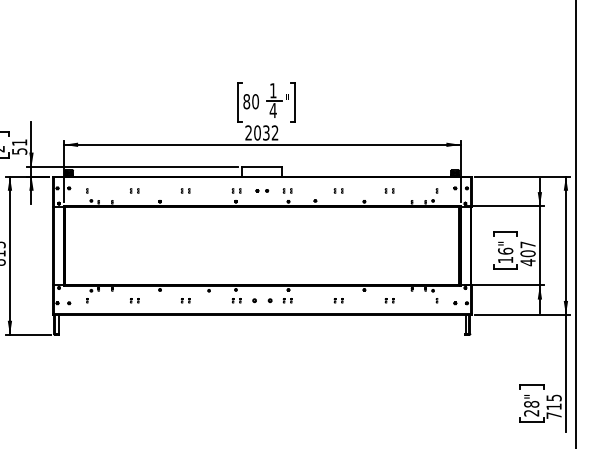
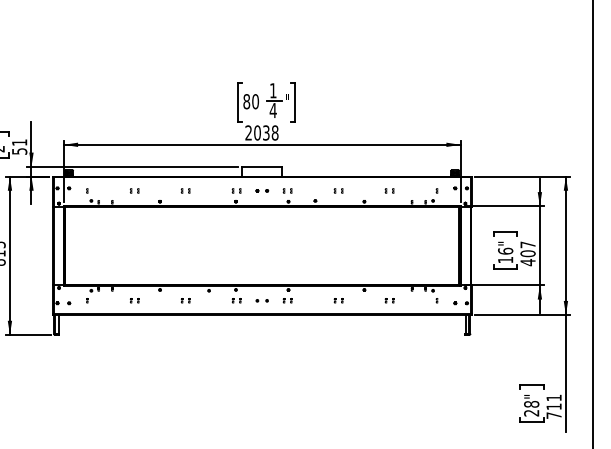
text at (274, 132): 2032 -> 2038
line at (575, 223) position: (575, 223) -> (592, 223)
part at (262, 300) size: 21x6 px -> 14x4 px
text at (553, 397): 715 -> 711
